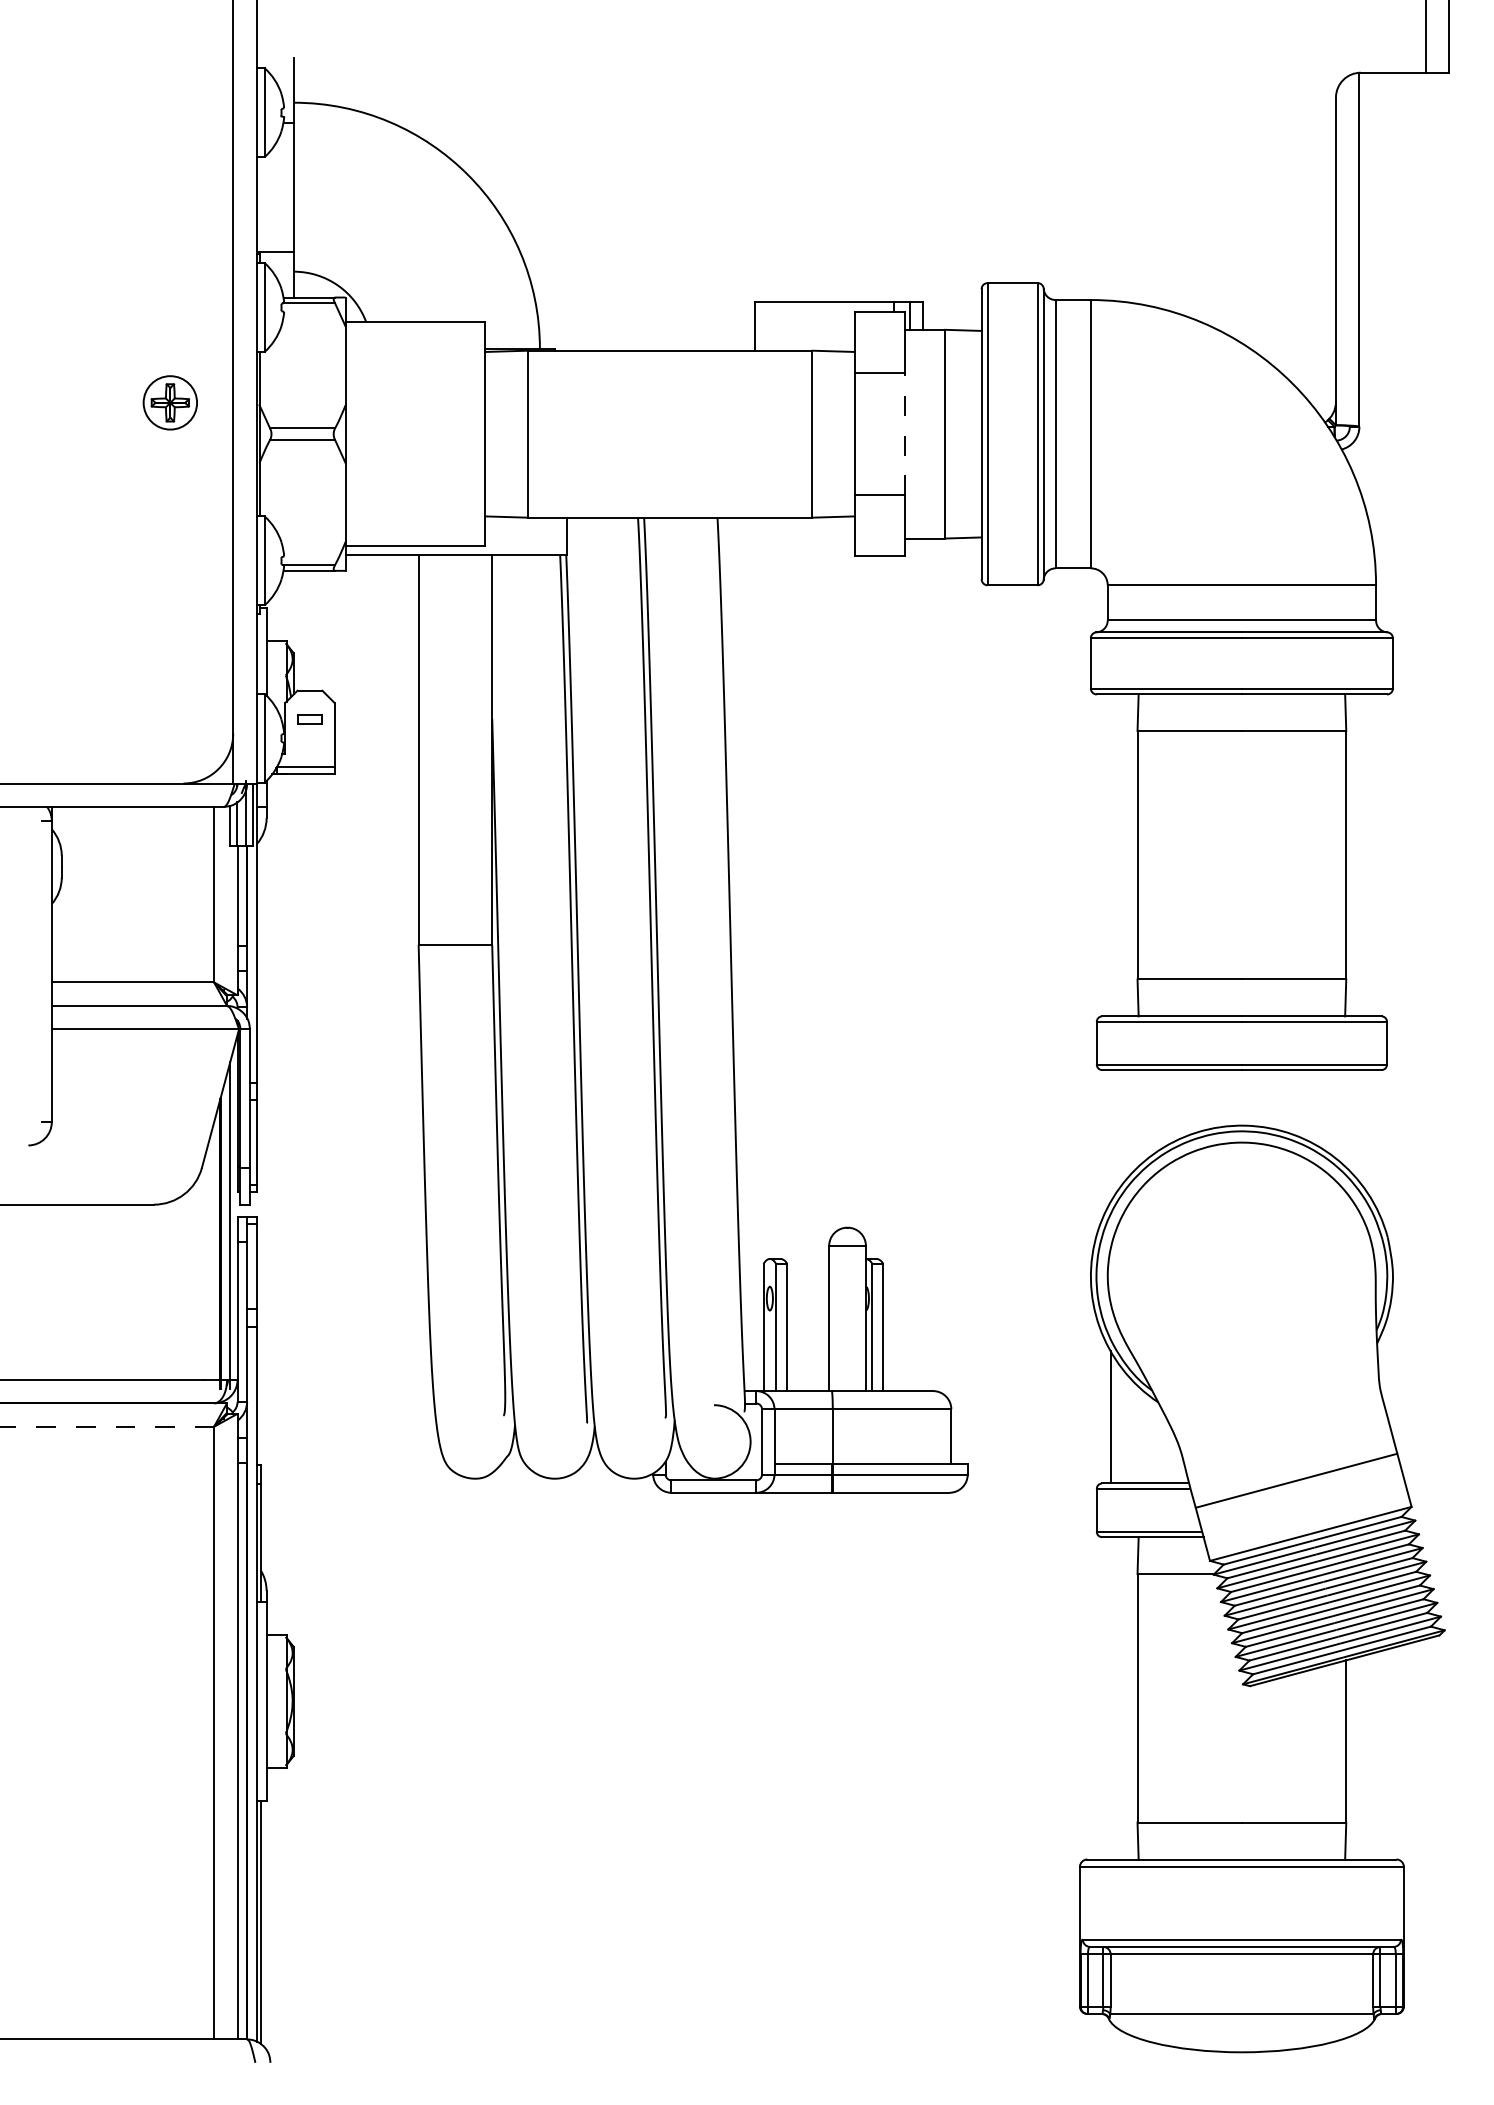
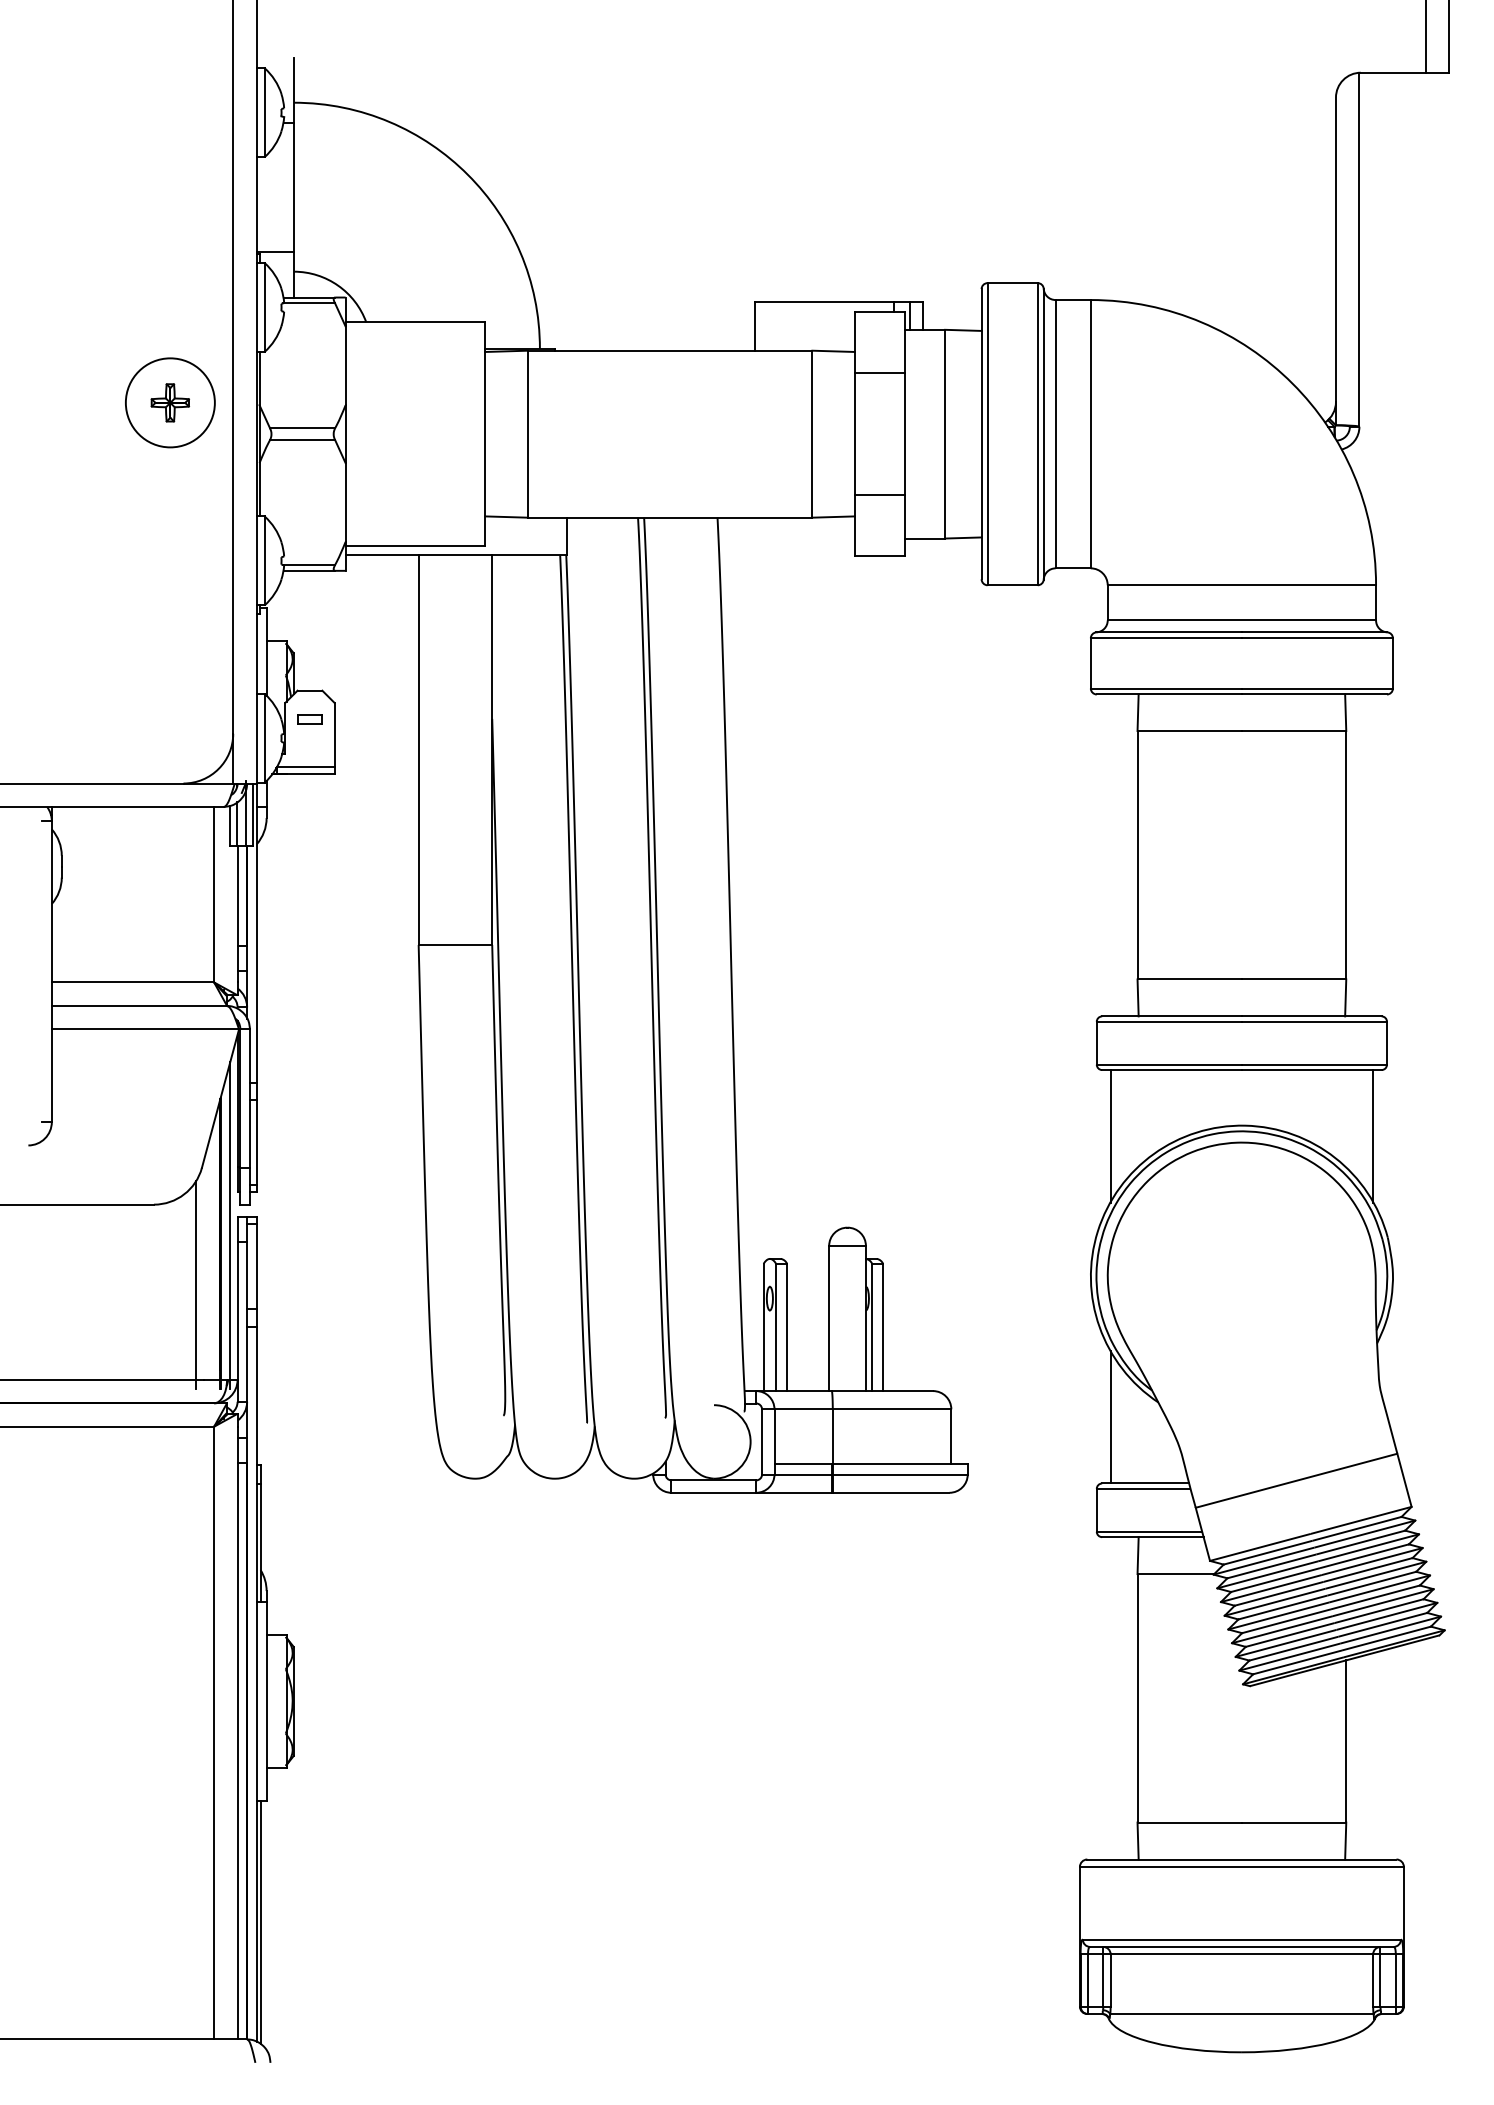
circle at (170, 402) diameter: 53 px -> 89 px
line at (904, 434): dashed -> solid
line at (1110, 1136): none -> present
line at (1373, 1136): none -> present
line at (196, 1285): none -> present
line at (107, 1426): dashed -> solid
